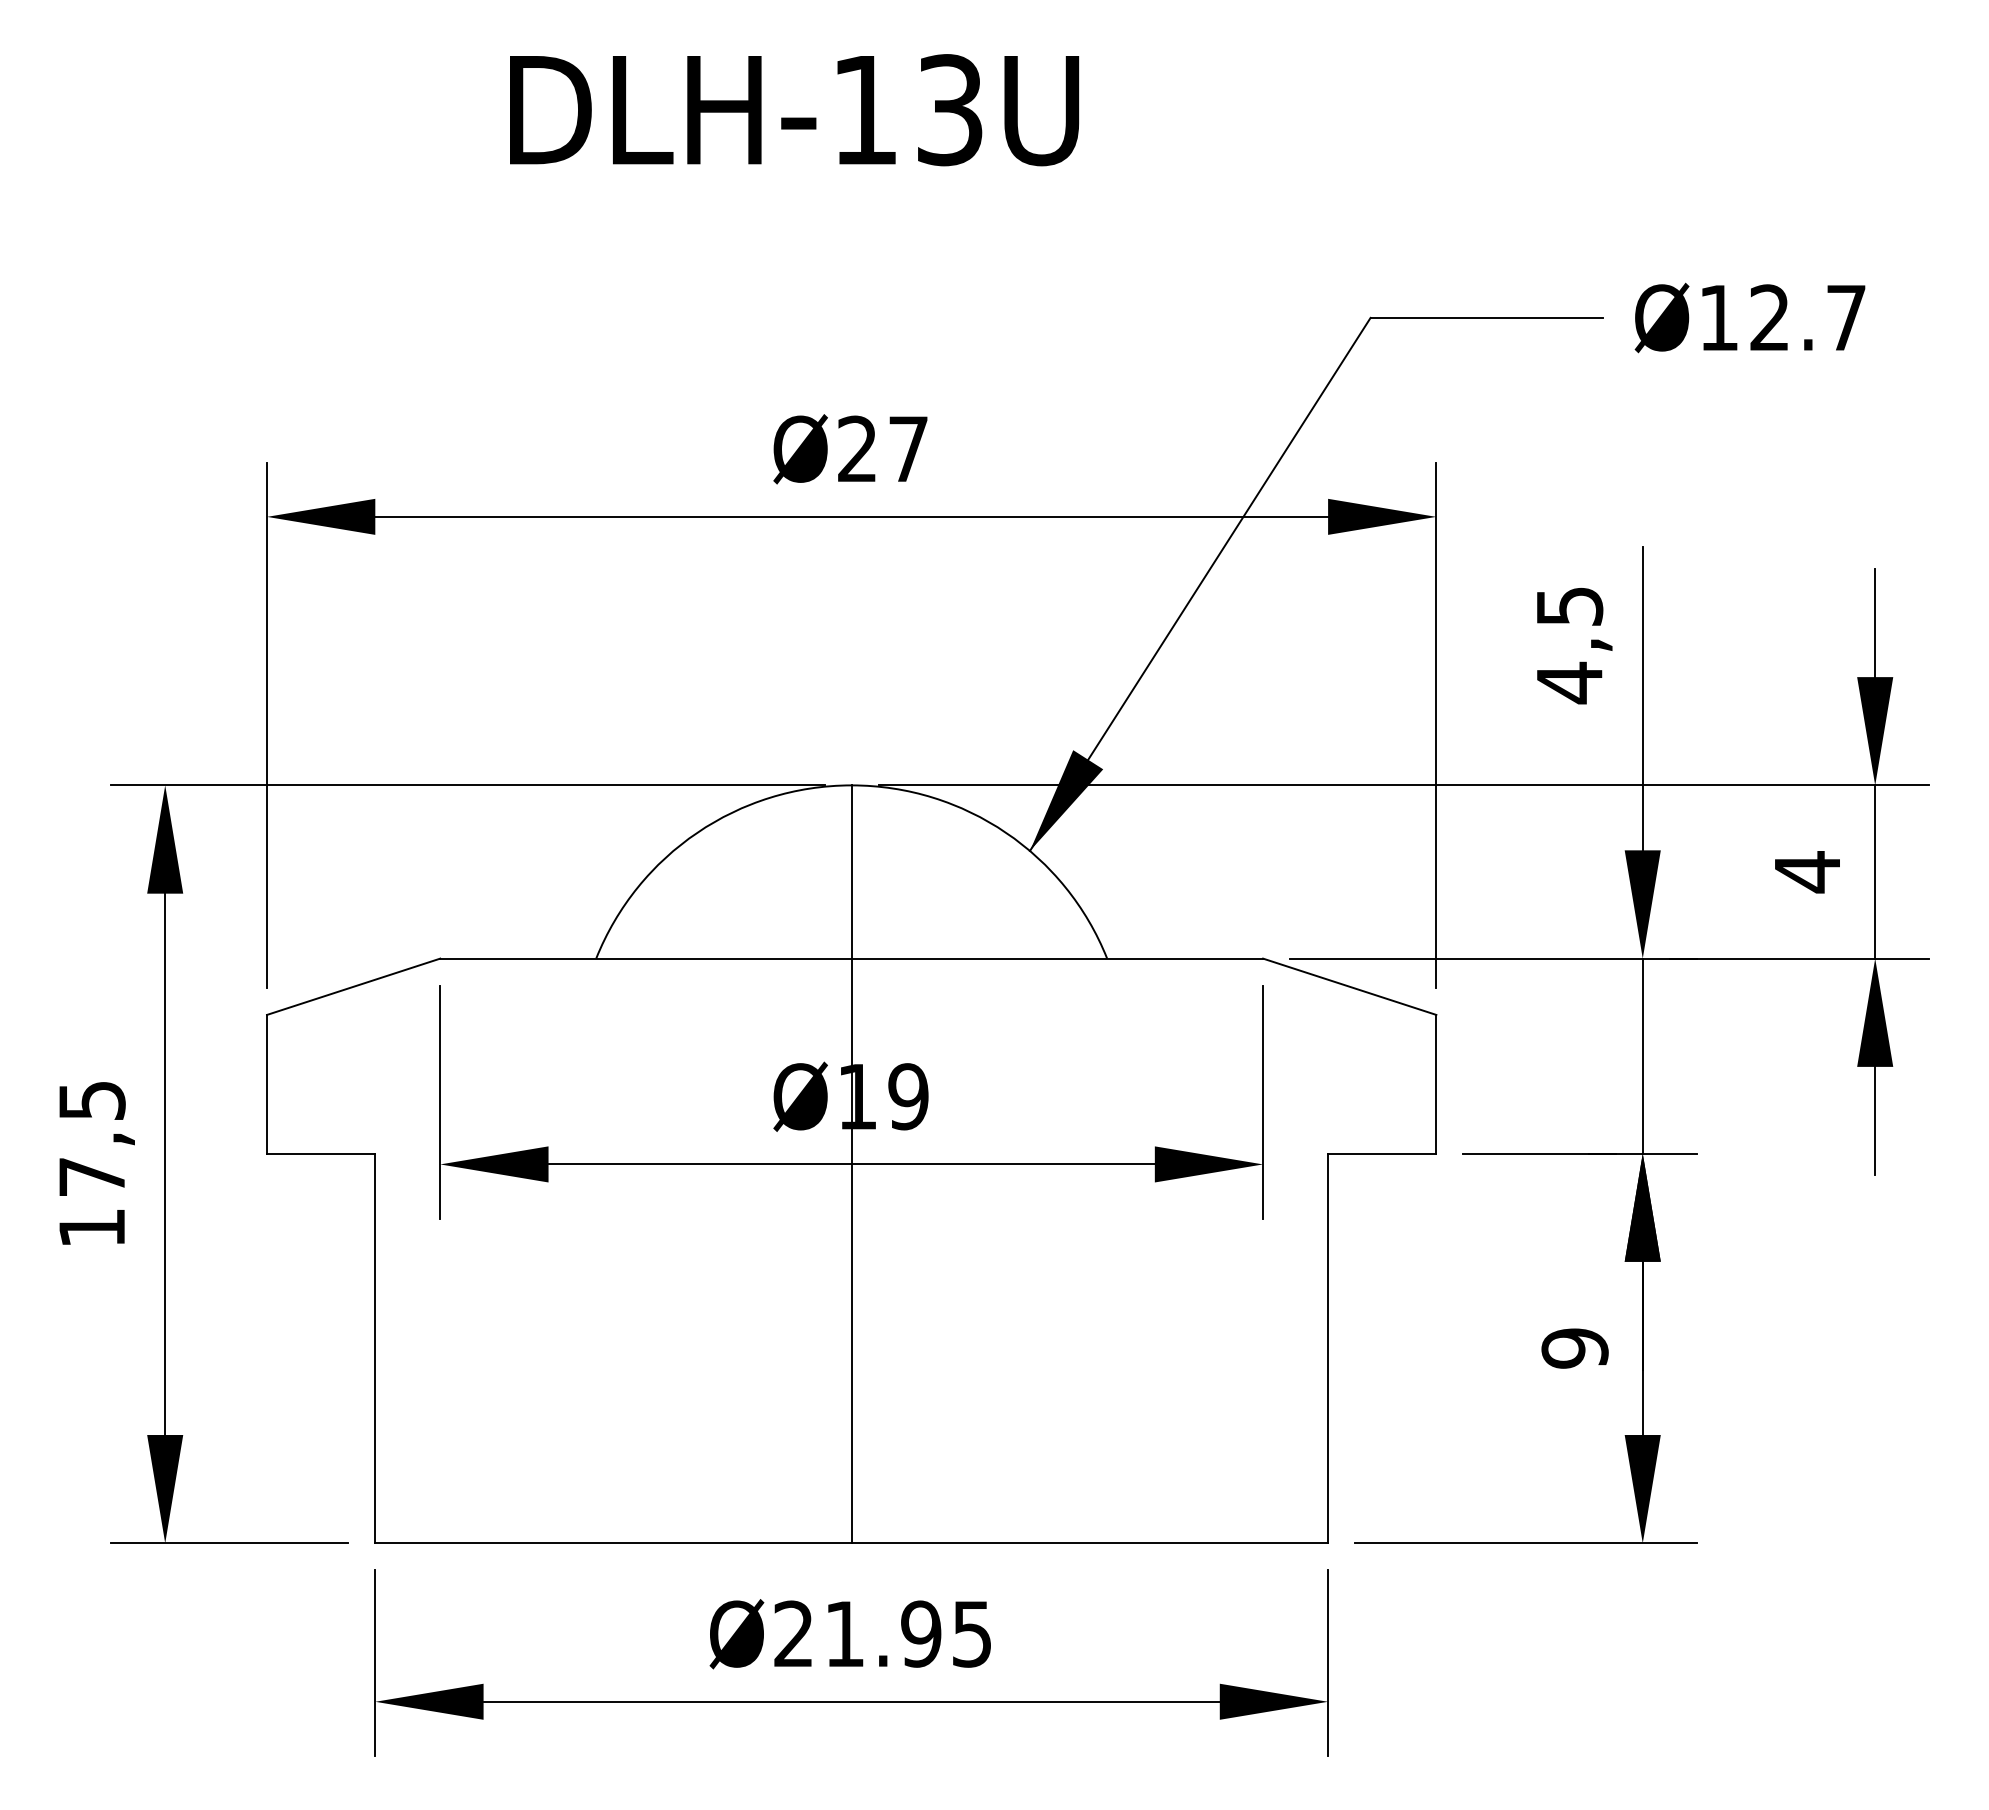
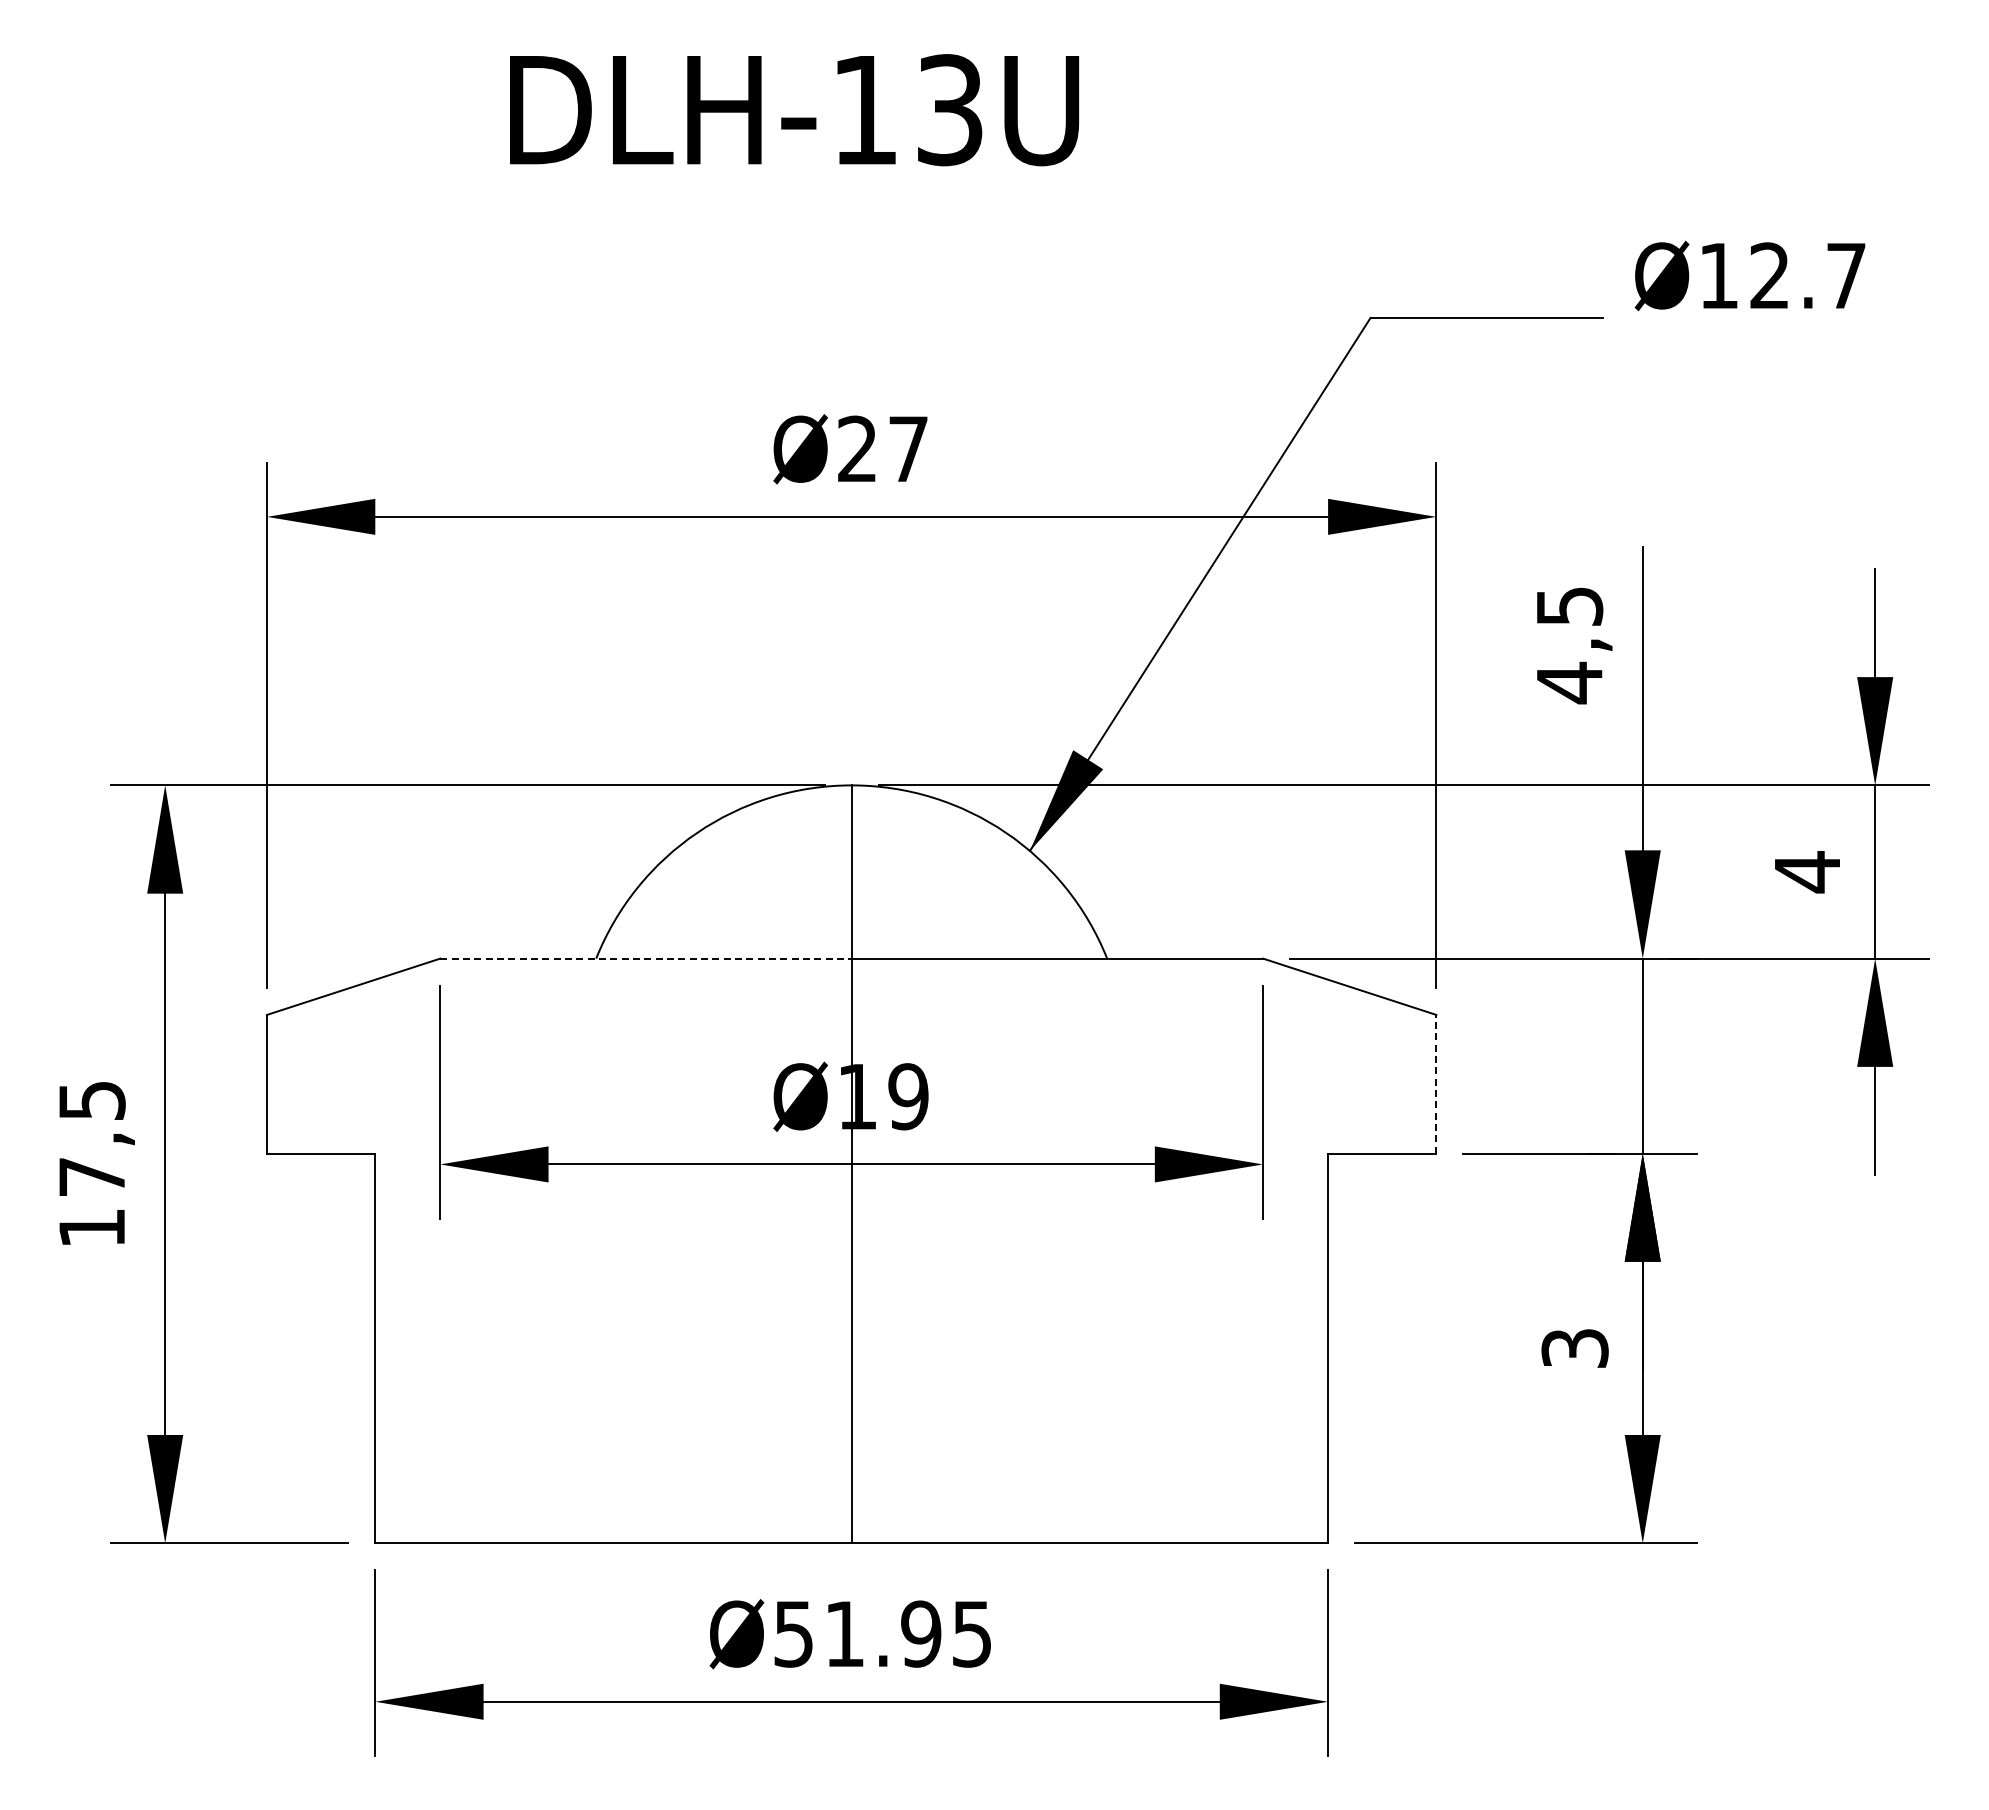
text at (1749, 317) position: (1749, 317) -> (1749, 275)
line at (645, 958): solid -> dashed
line at (1436, 1083): solid -> dashed
text at (1574, 1348): 9 -> 3
text at (793, 1633): Ø21.95 -> Ø51.95
